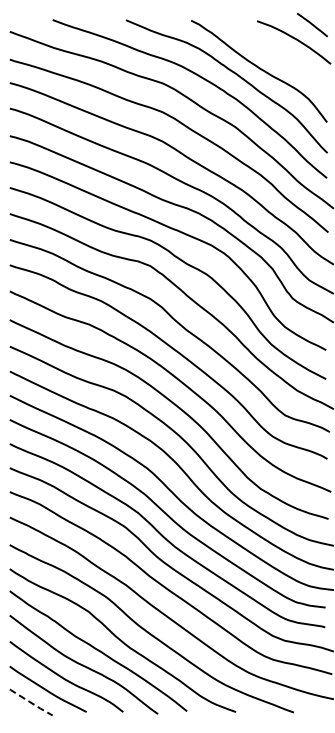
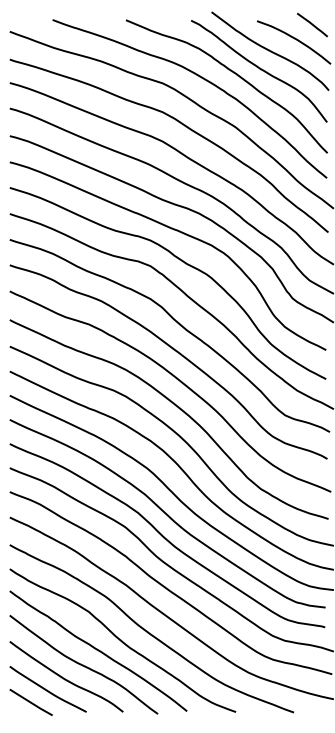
curve at (270, 50): none -> present
line at (31, 702): dashed -> solid
